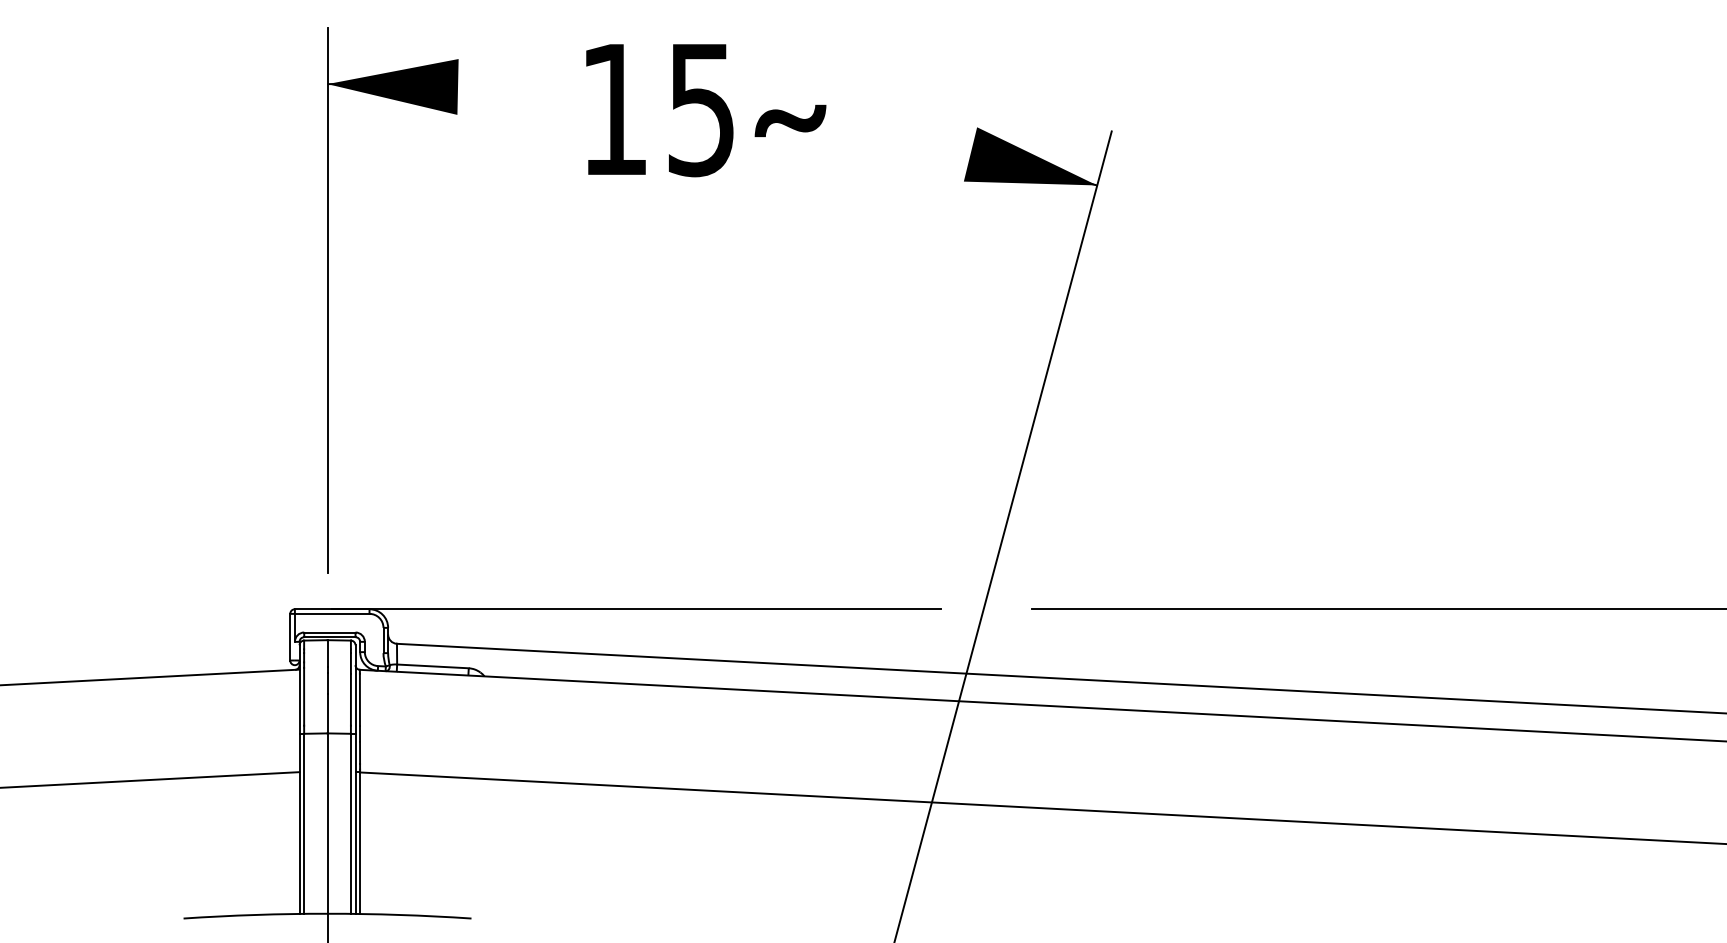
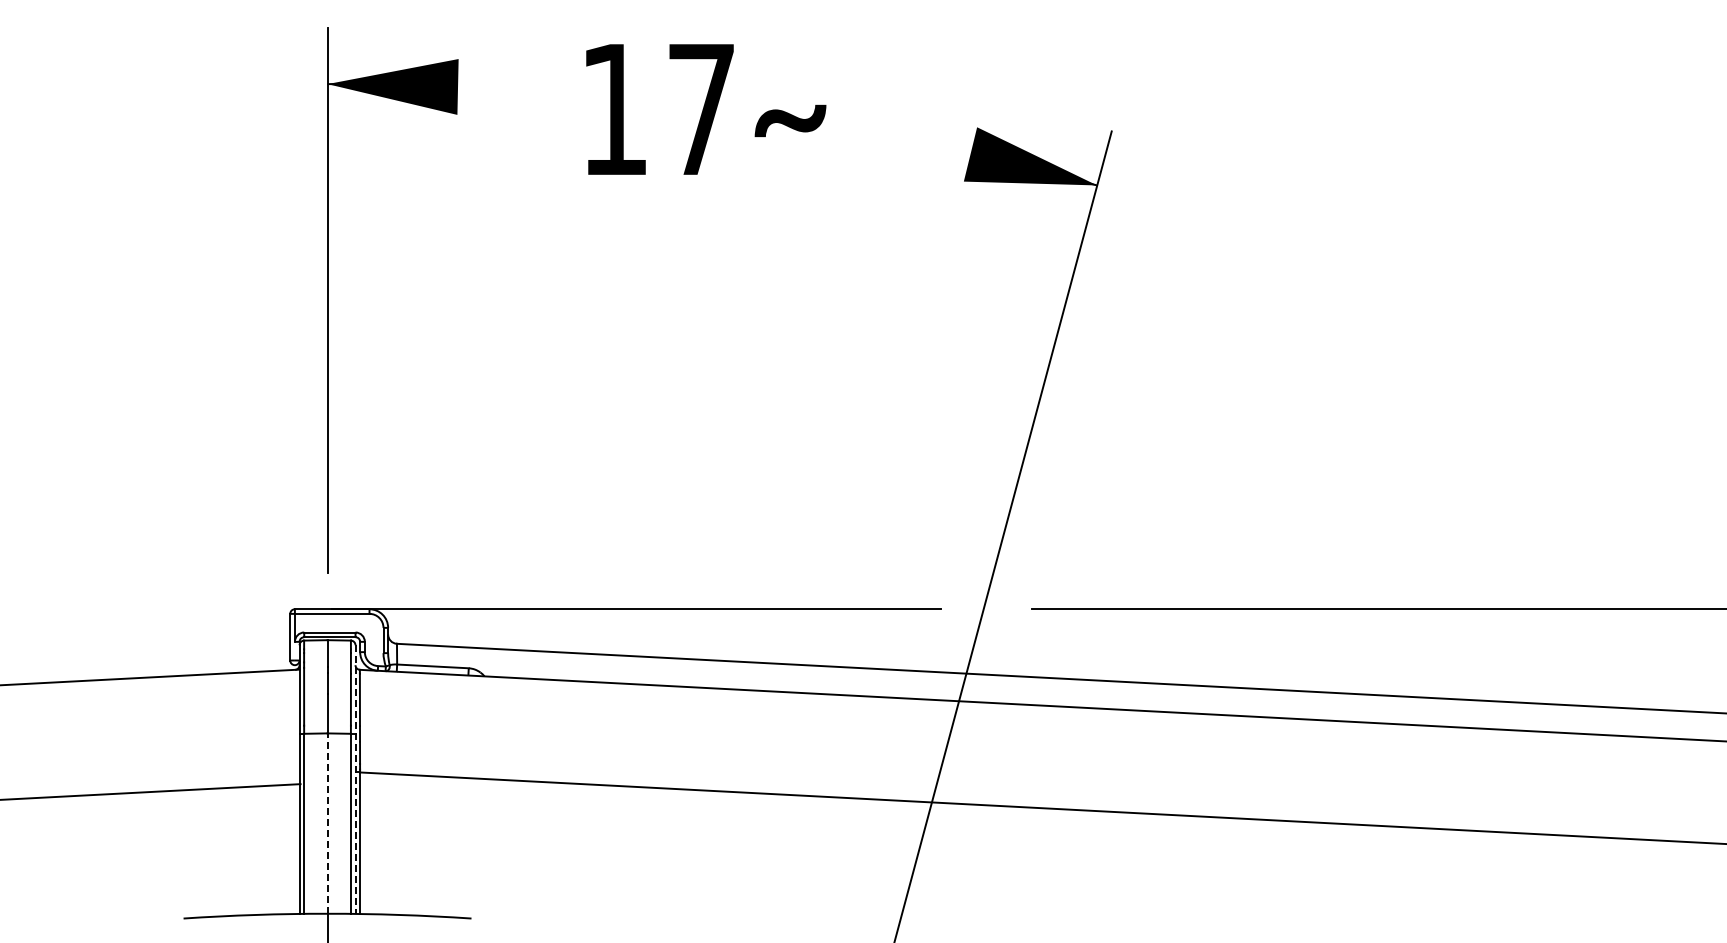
text at (700, 110): 15 -> 17
line at (150, 779) position: (150, 779) -> (151, 791)
line at (355, 780): solid -> dashed
line at (327, 823): solid -> dashed
